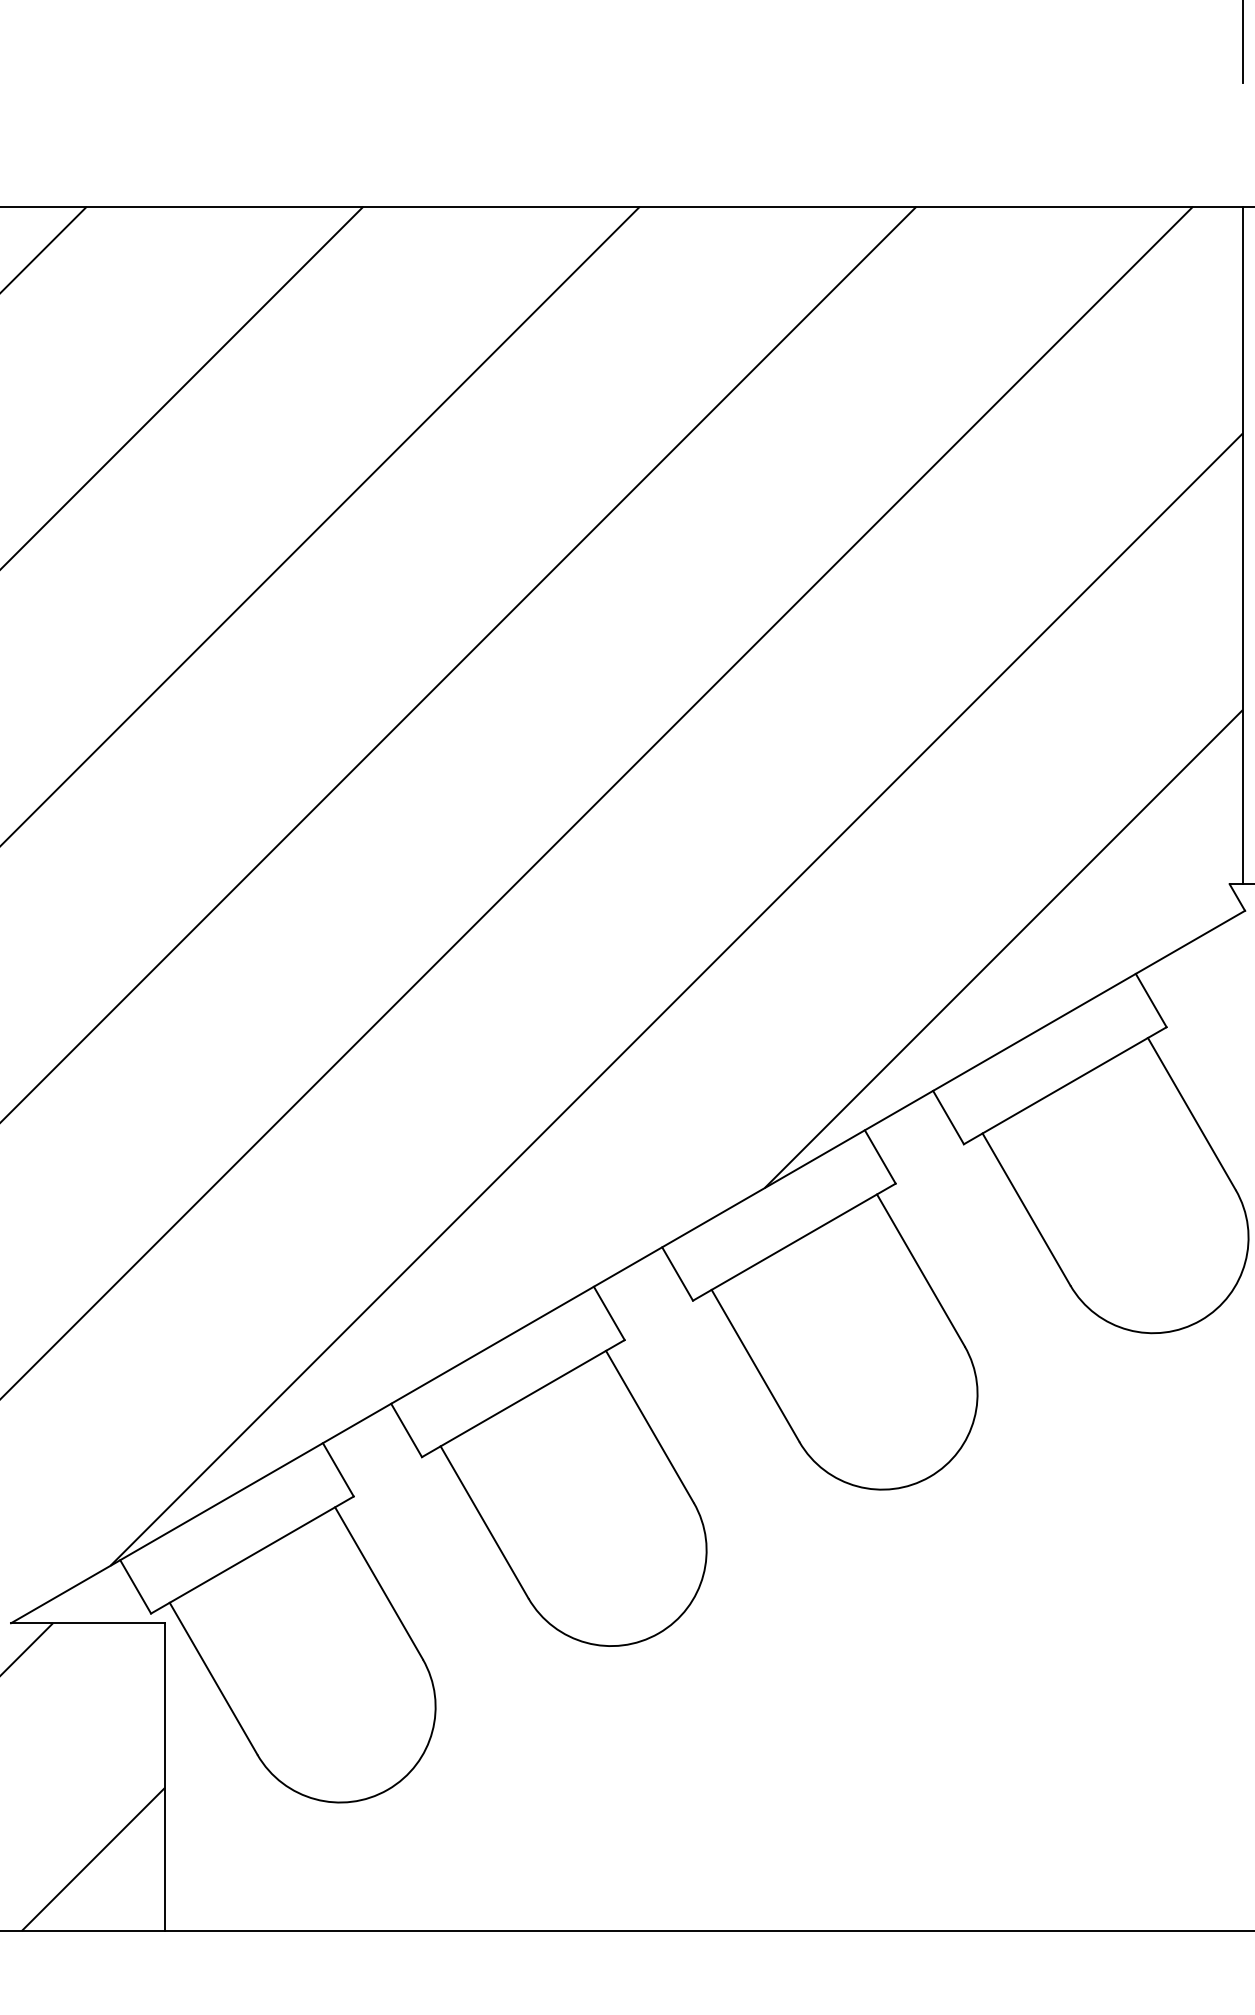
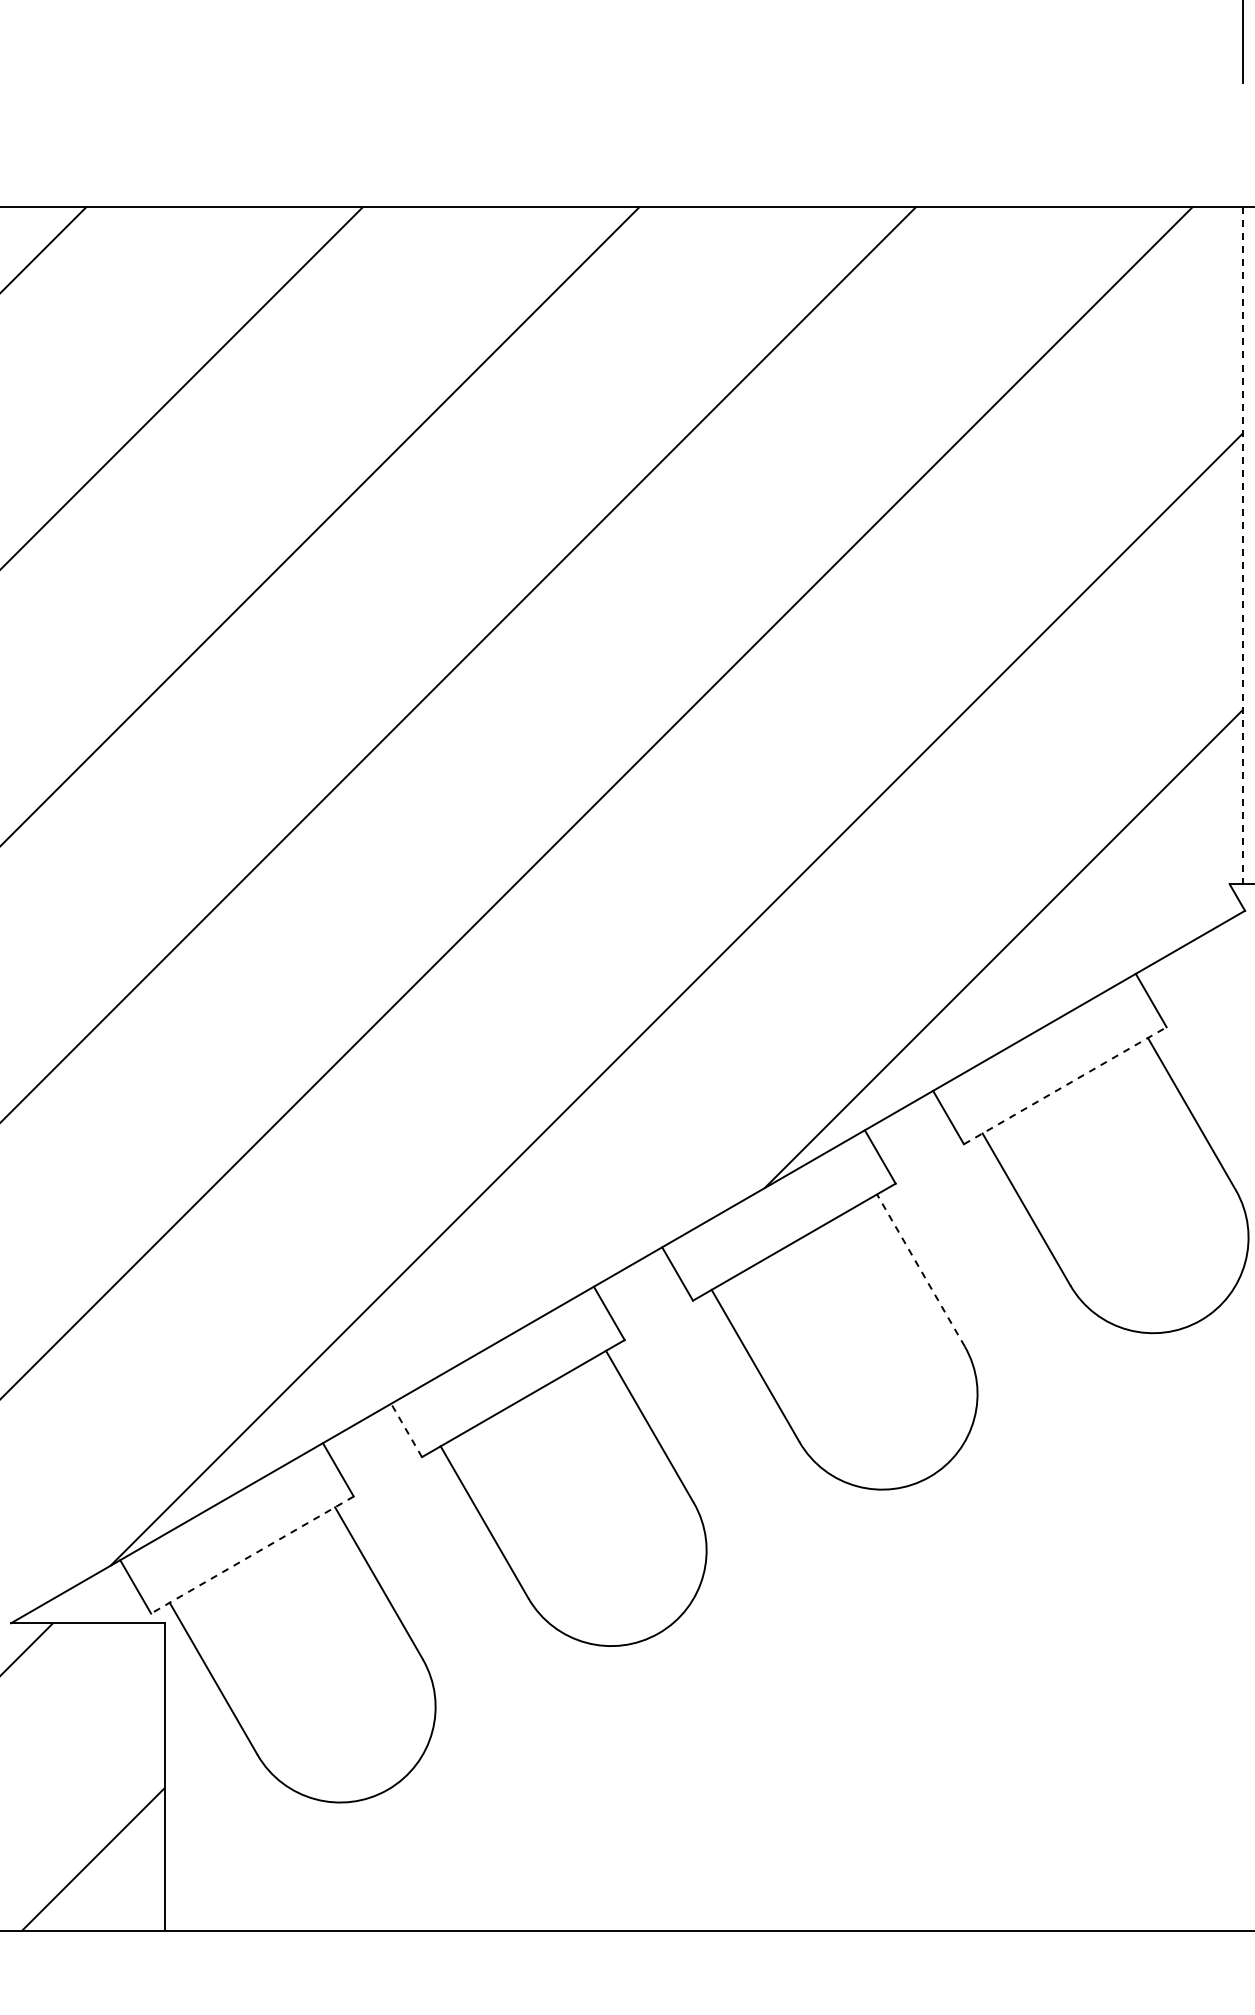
line at (1242, 545): solid -> dashed
line at (1065, 1085): solid -> dashed
line at (920, 1270): solid -> dashed
line at (406, 1430): solid -> dashed
line at (251, 1555): solid -> dashed
